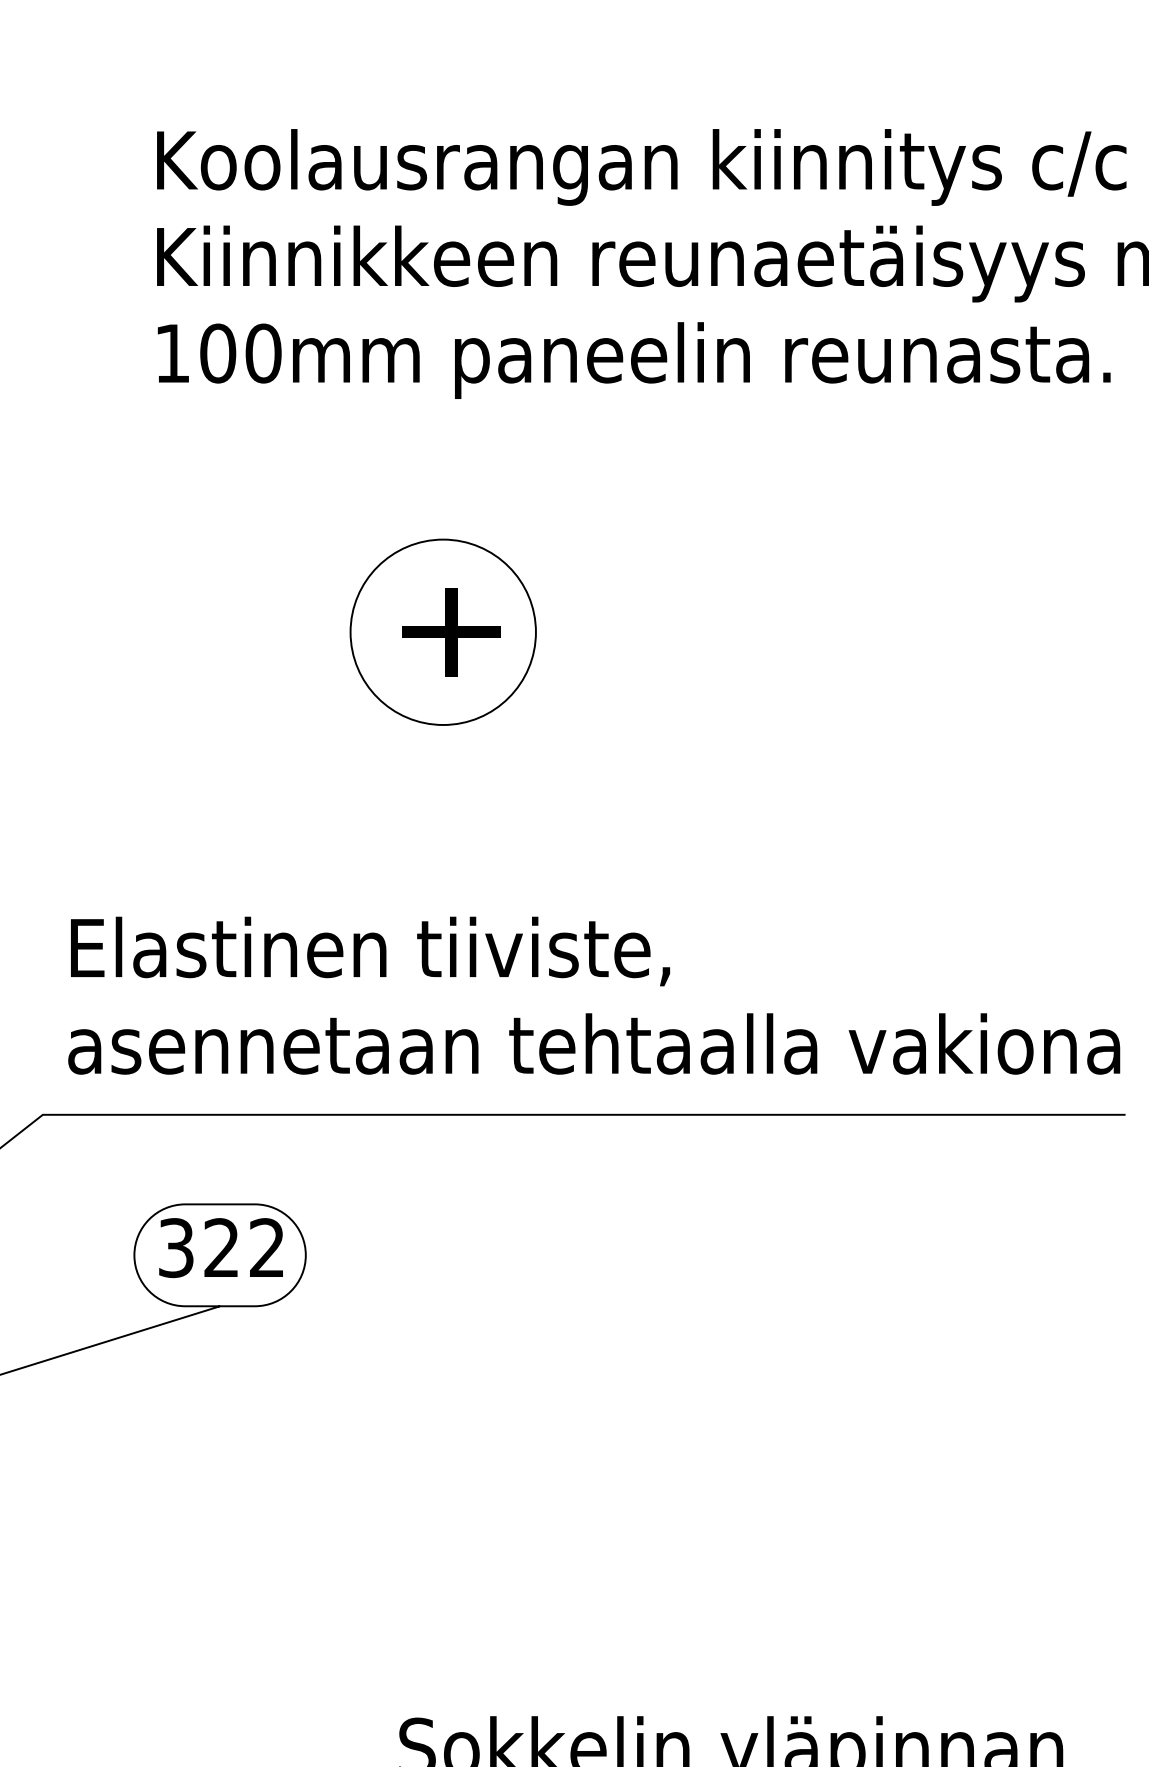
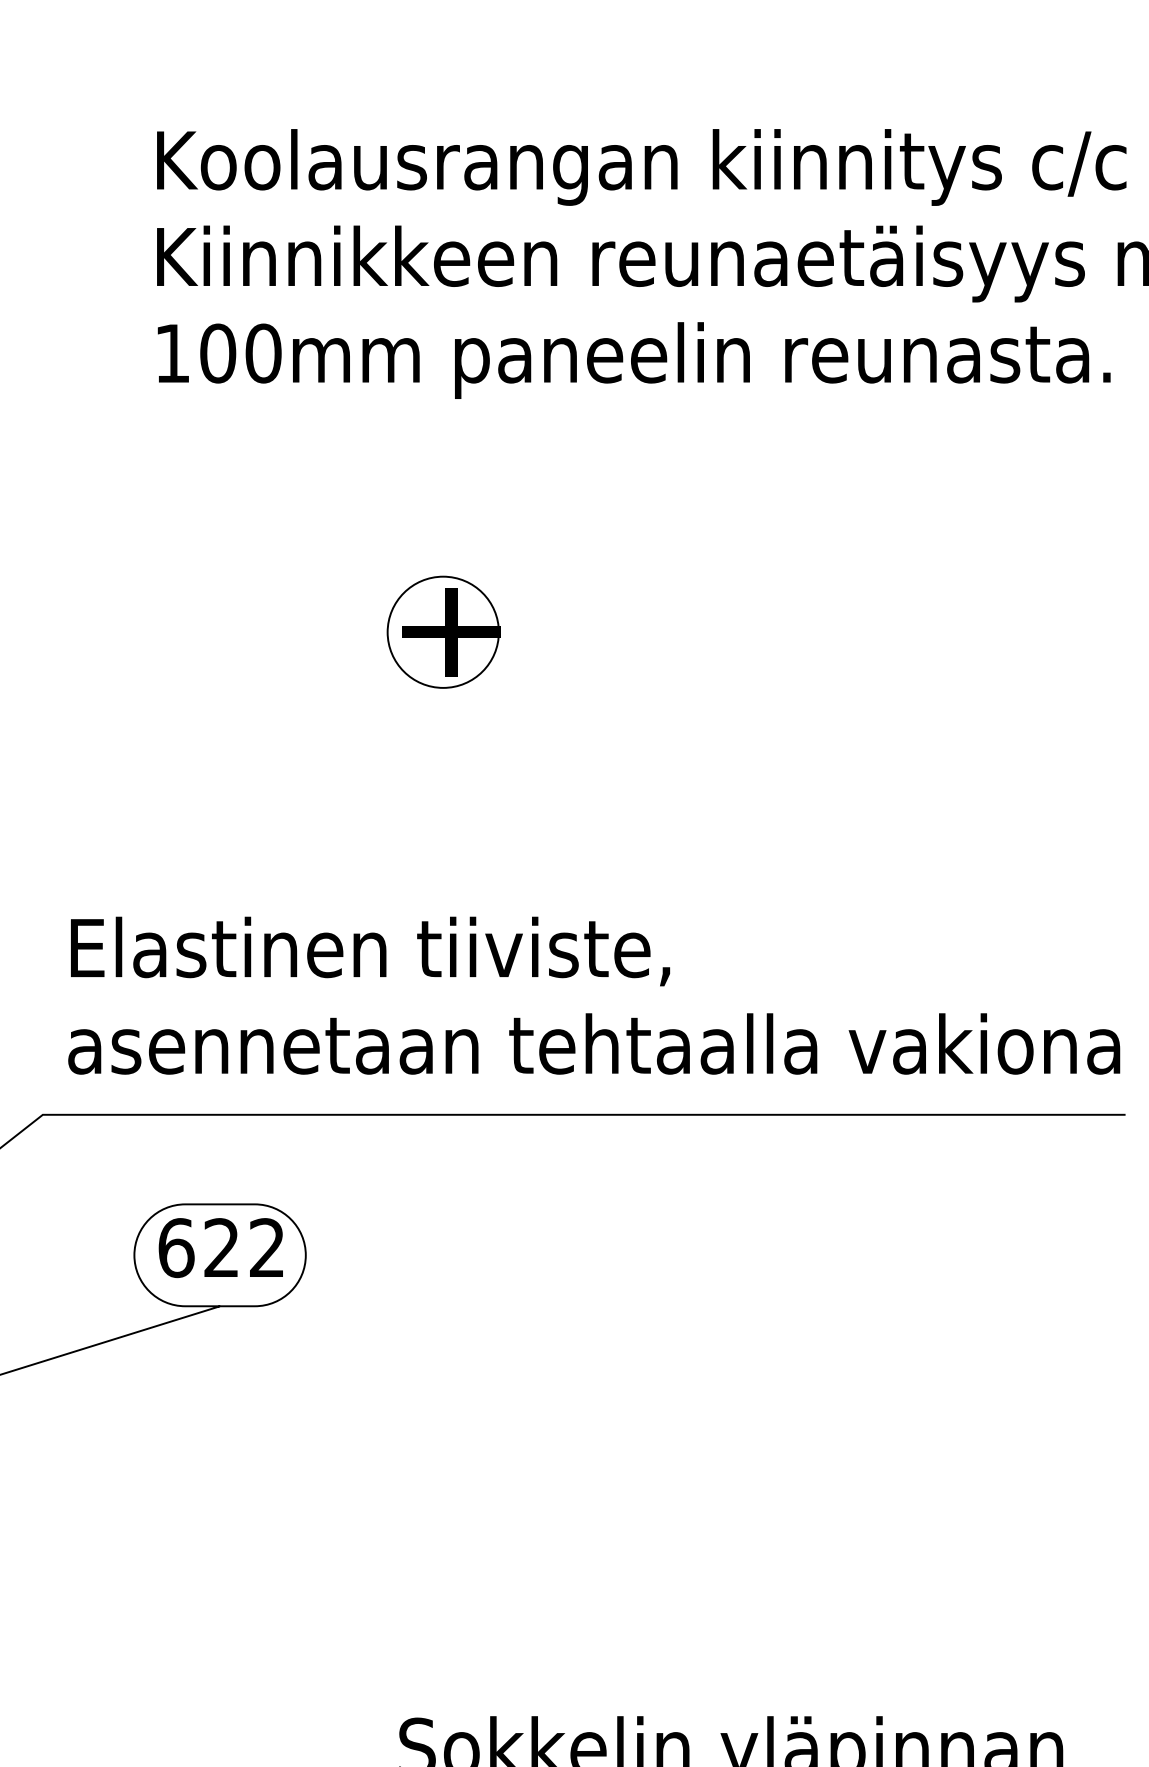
circle at (442, 631) diameter: 185 px -> 111 px
text at (176, 1248): 322 -> 622
